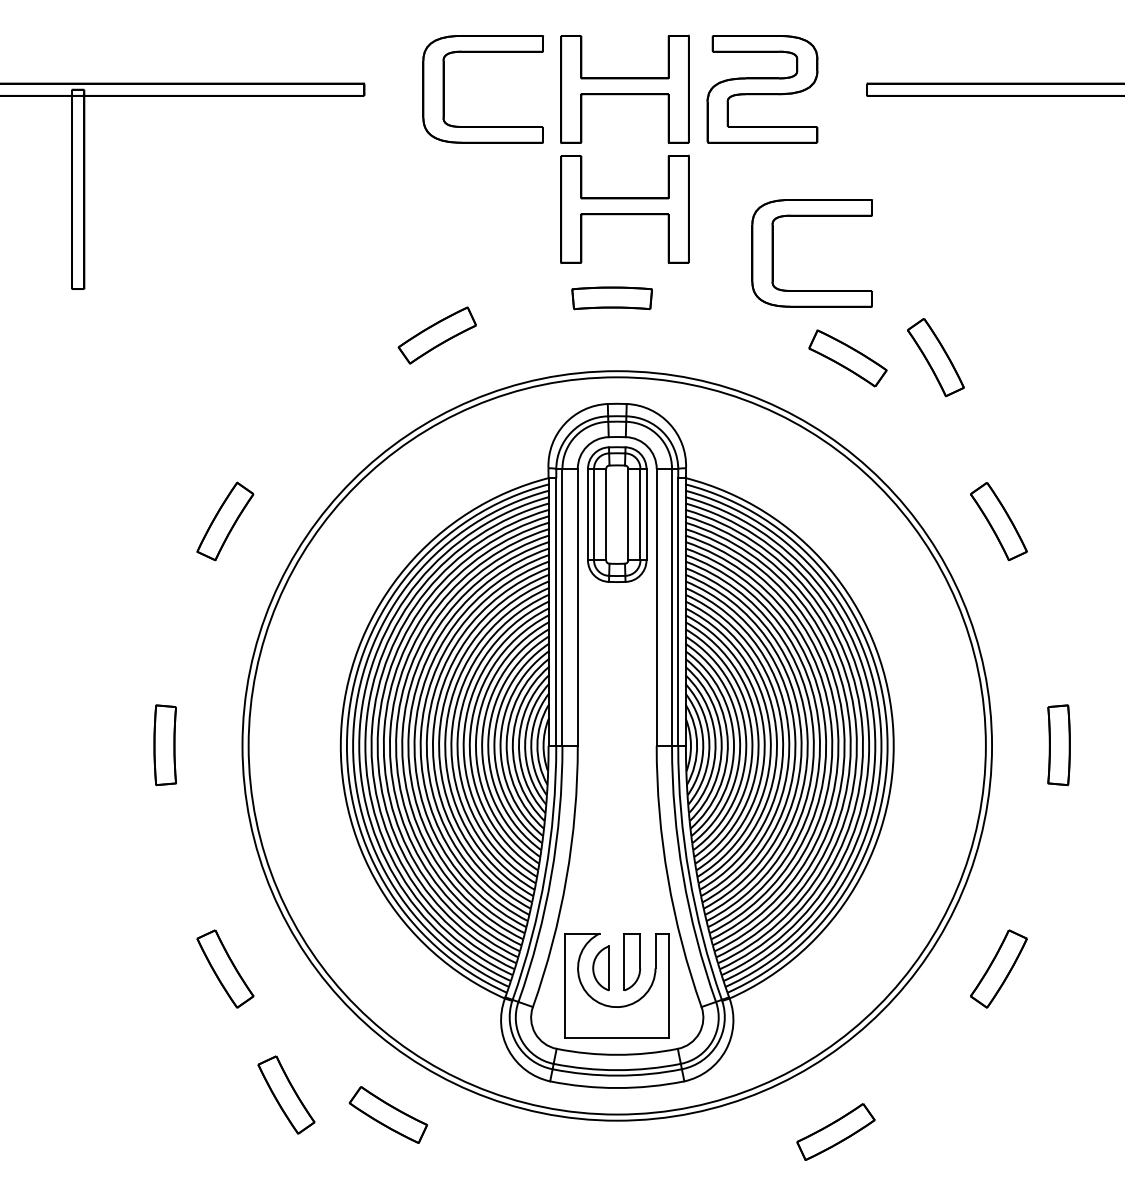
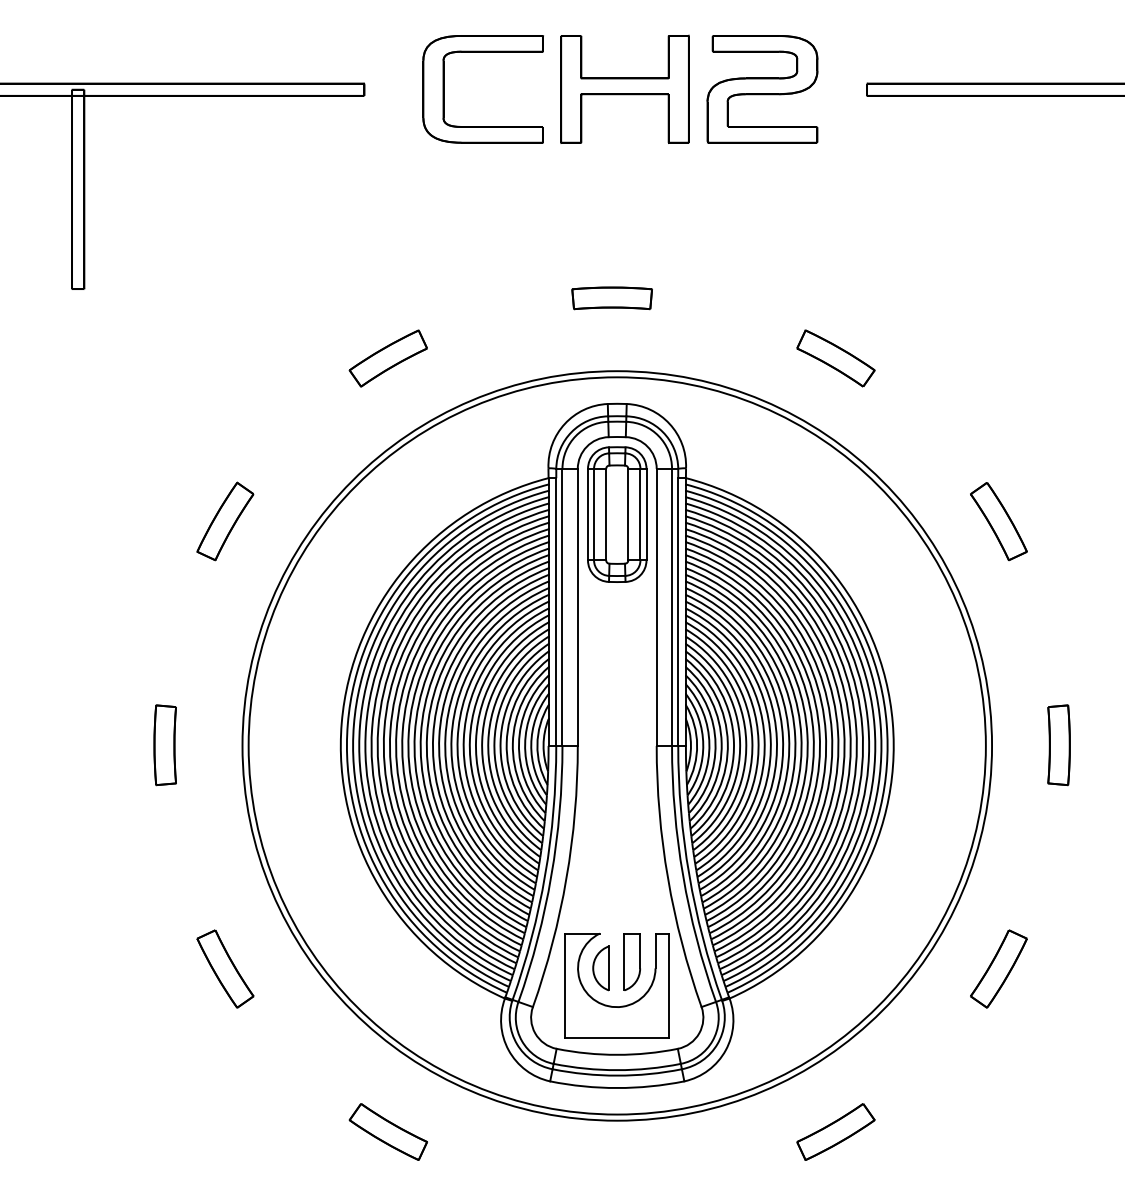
part at (624, 208): present -> none
part at (811, 216): present -> none
part at (436, 335) position: (436, 335) -> (387, 358)
part at (935, 357): present -> none
part at (847, 358) position: (847, 358) -> (835, 358)
part at (286, 1094): present -> none
part at (387, 1114) position: (387, 1114) -> (387, 1131)
